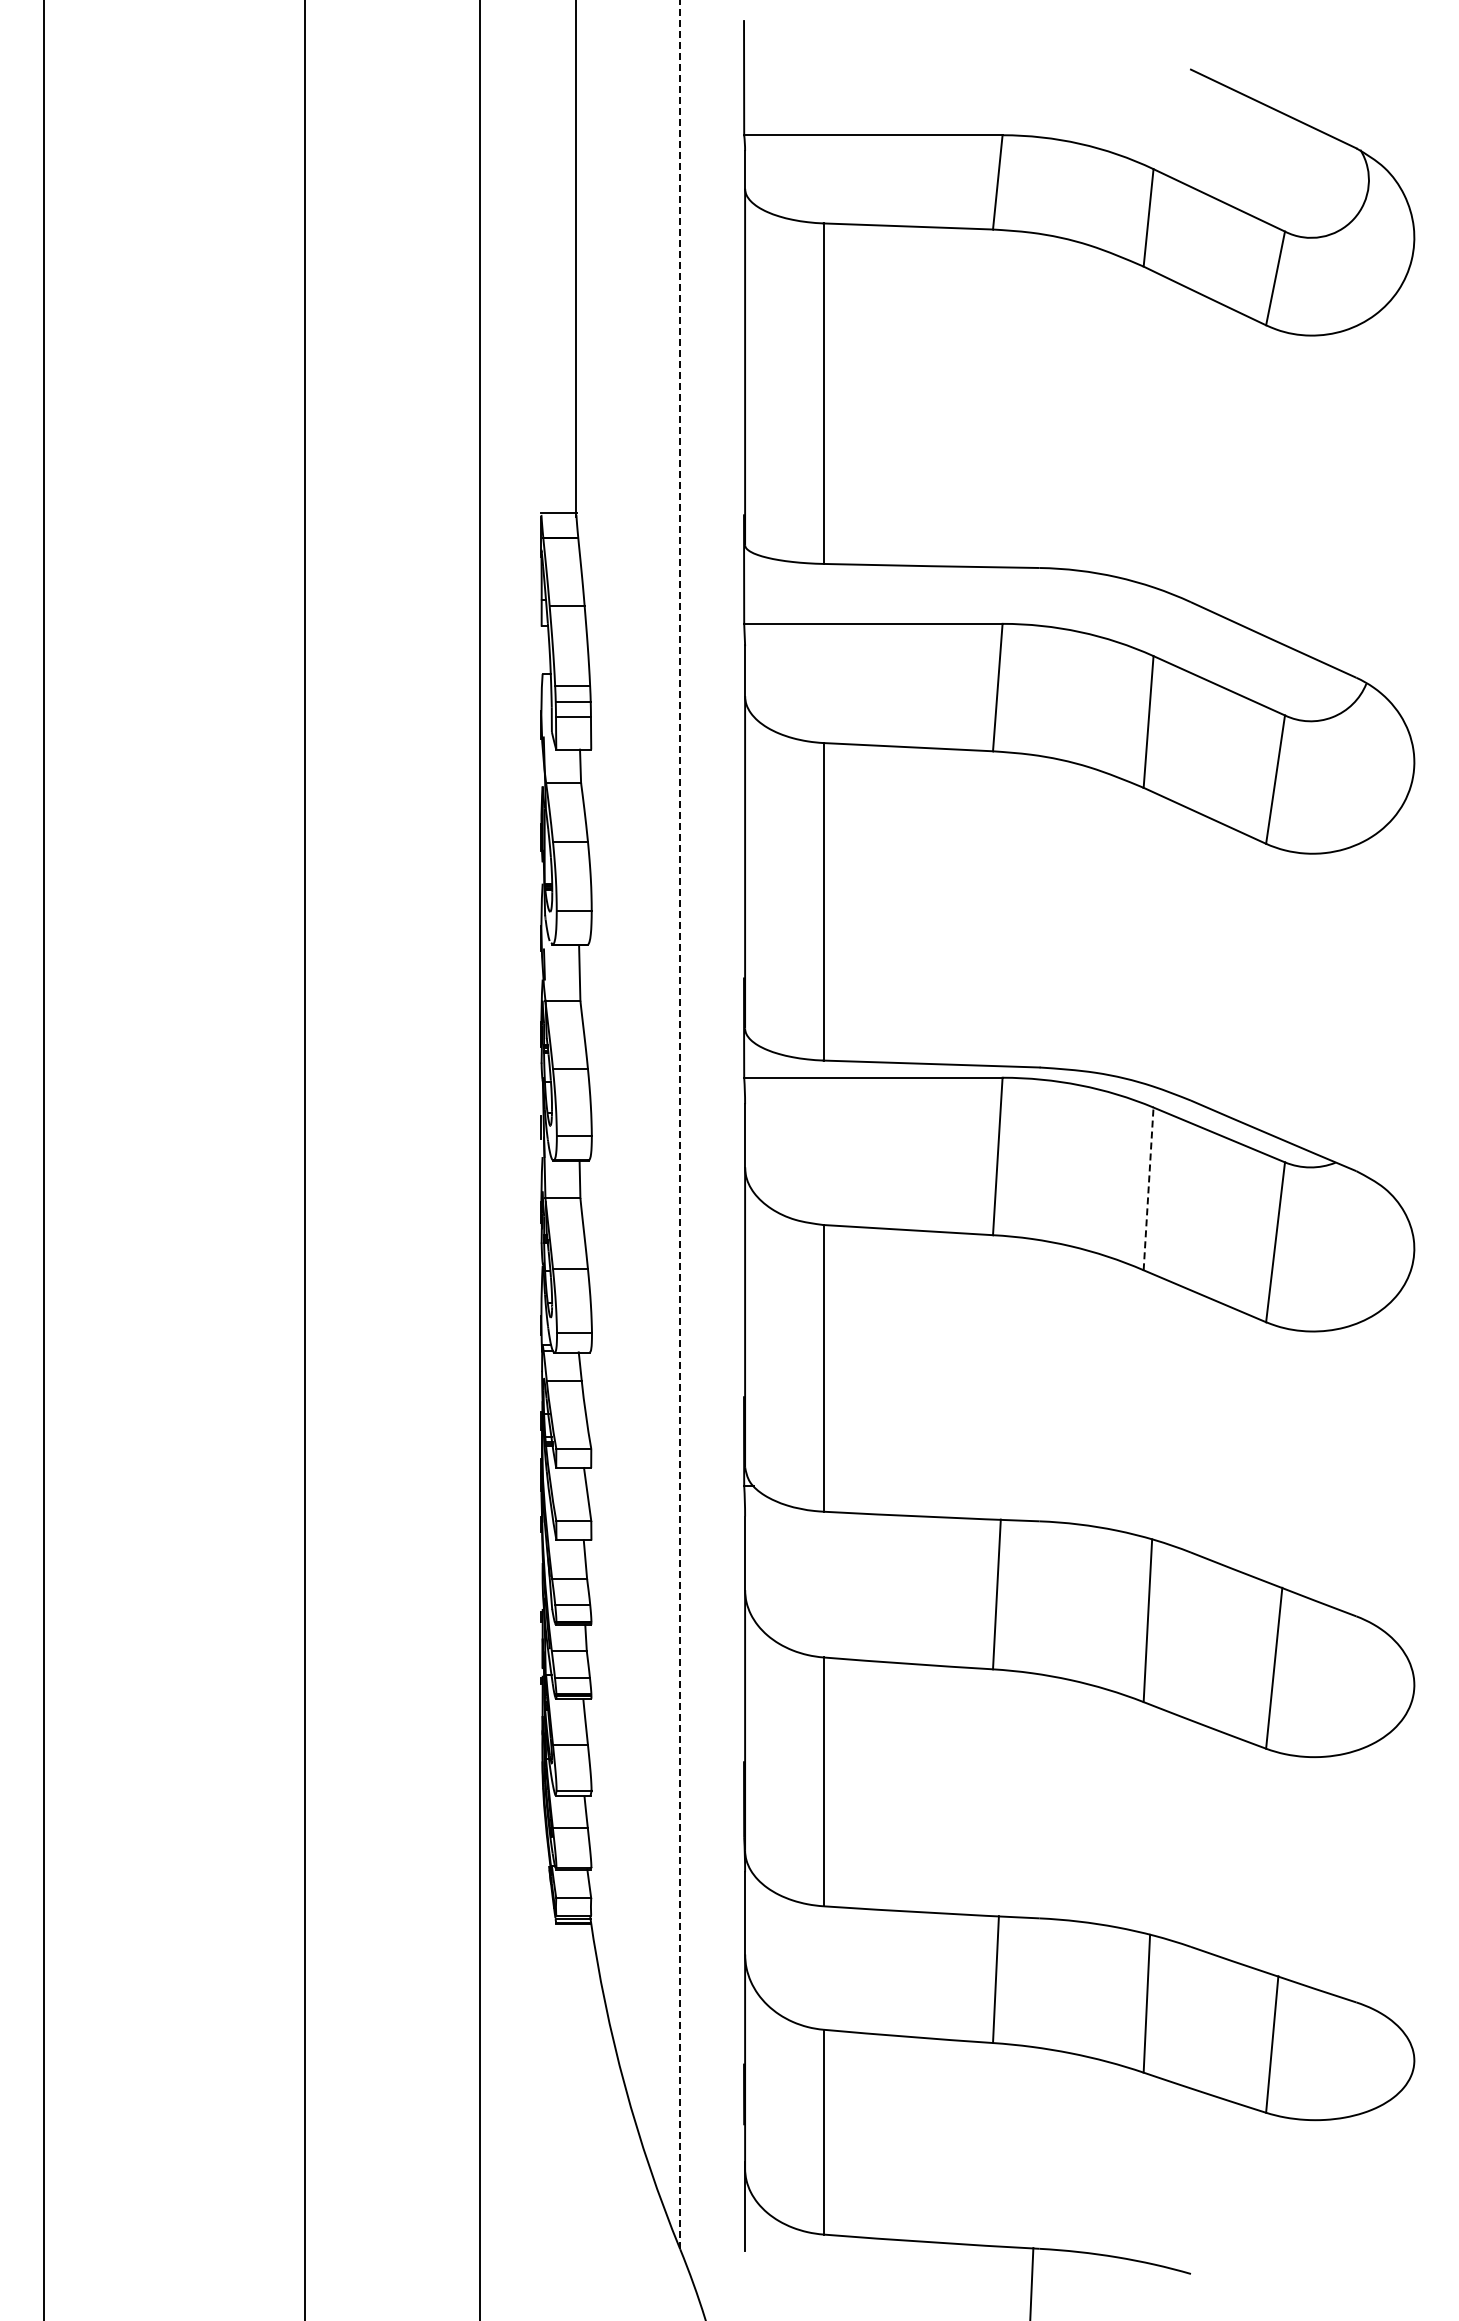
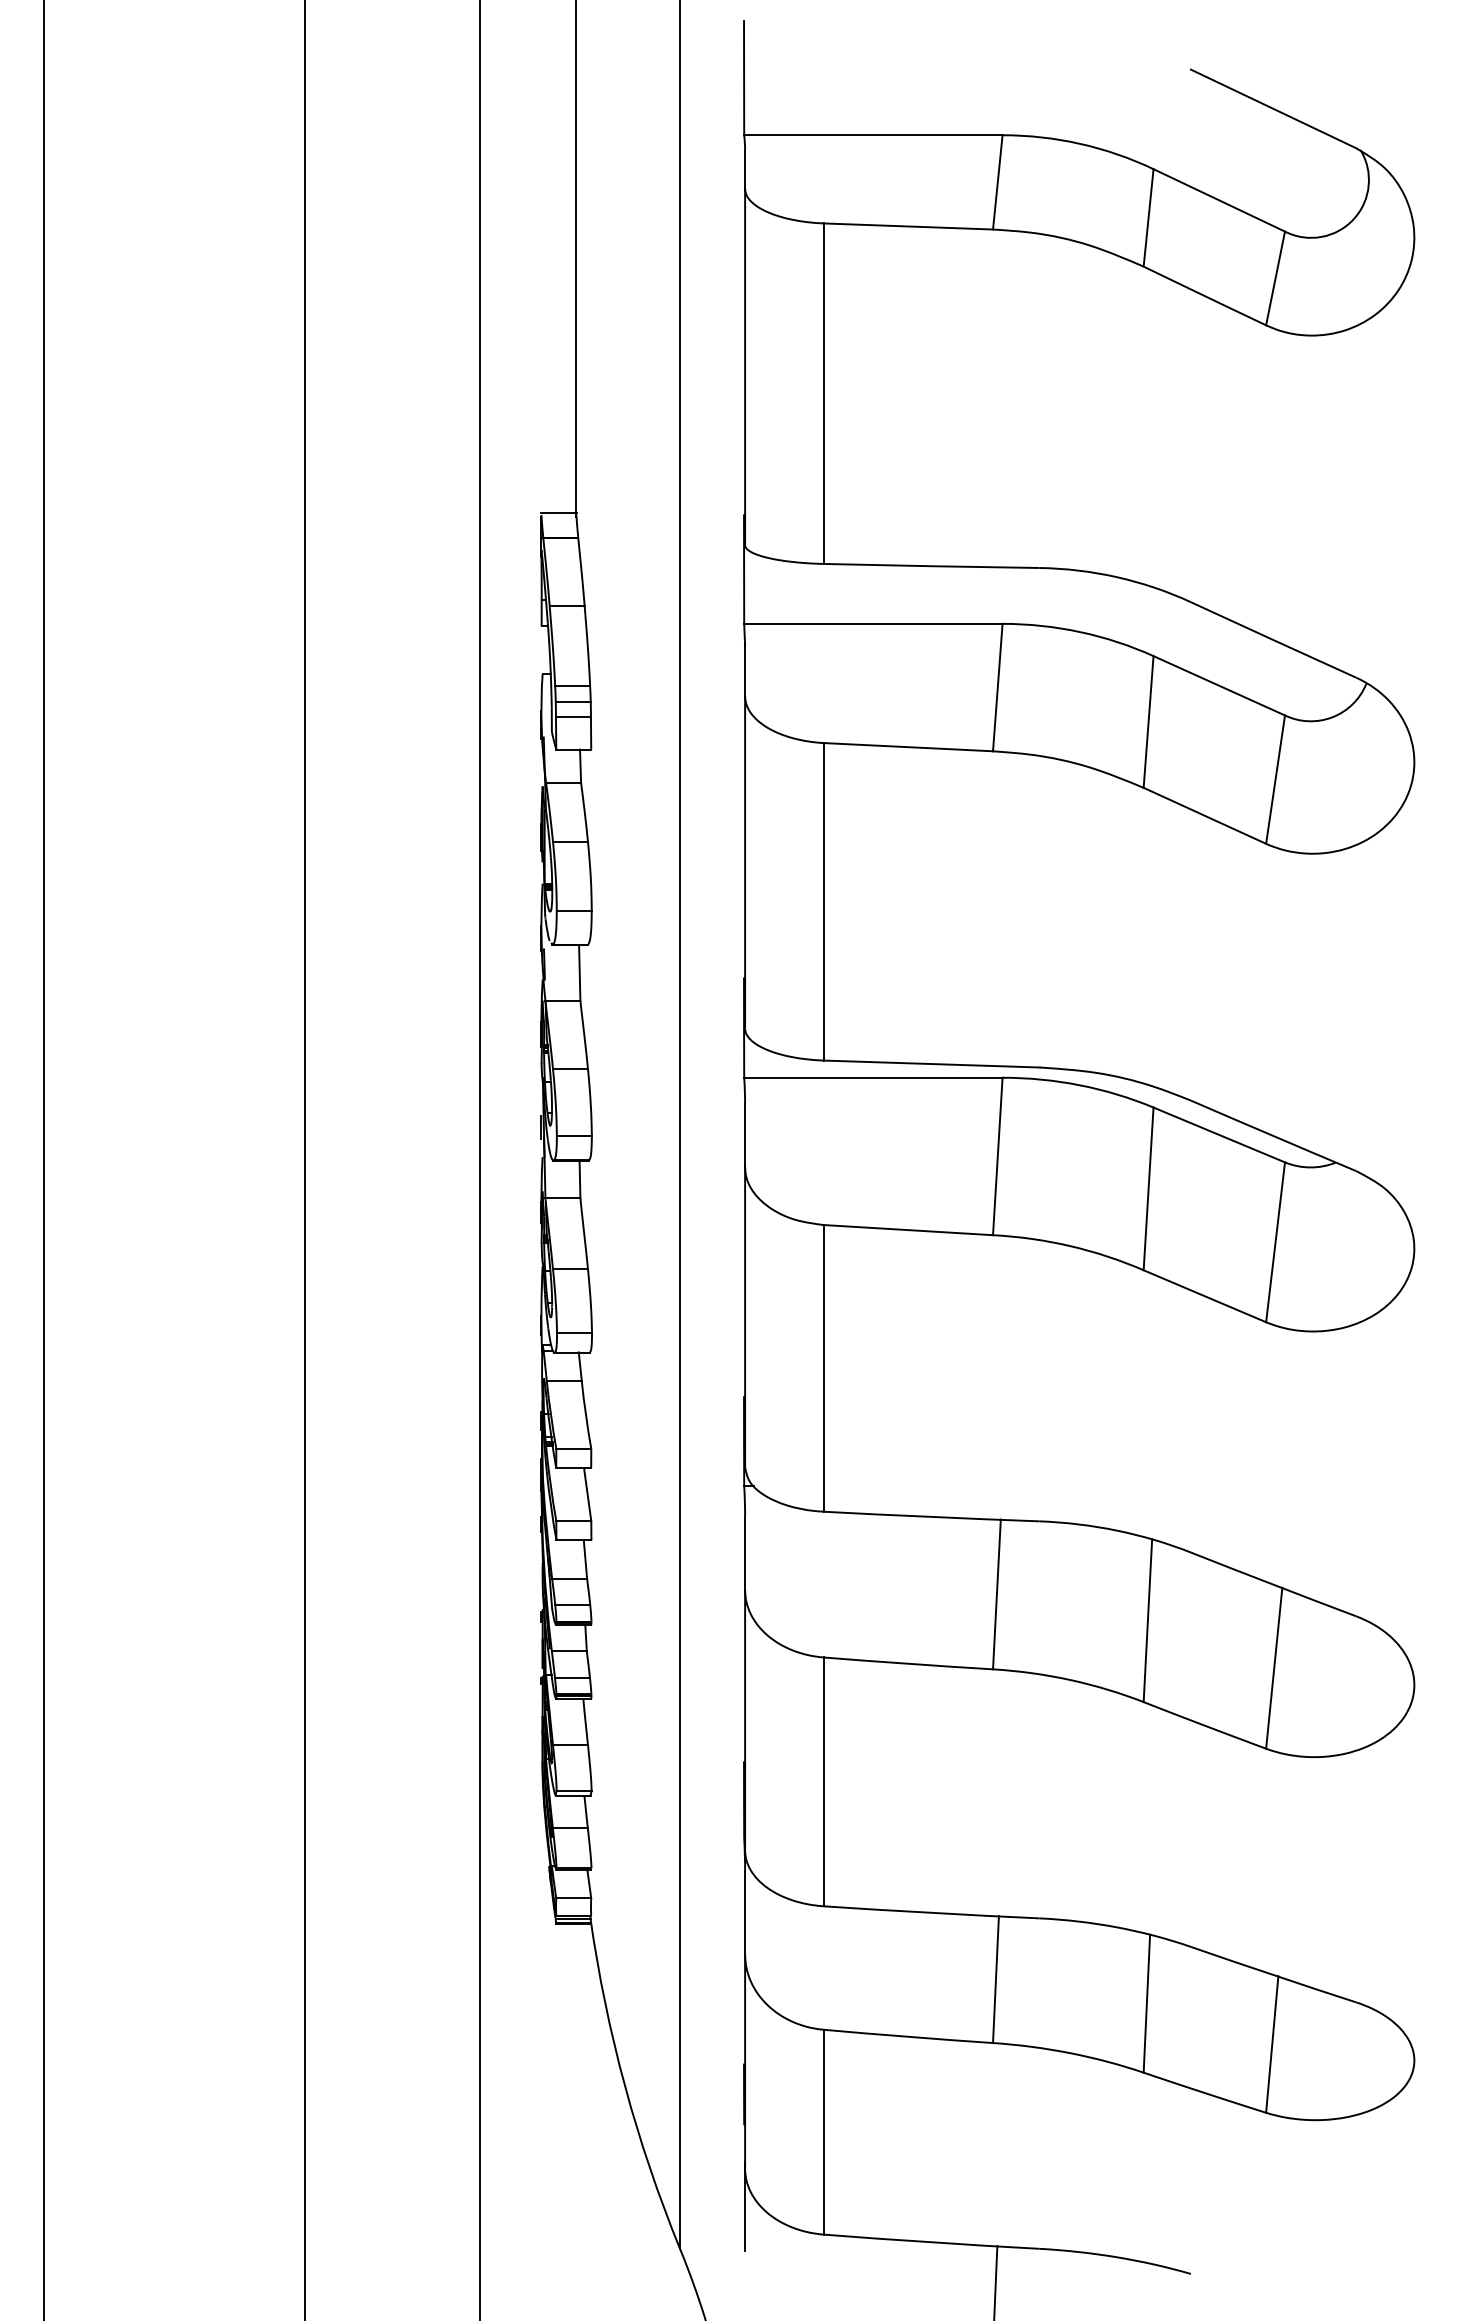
line at (680, 1125): dashed -> solid
line at (1148, 1188): dashed -> solid
line at (1031, 2282) position: (1031, 2282) -> (995, 2281)
